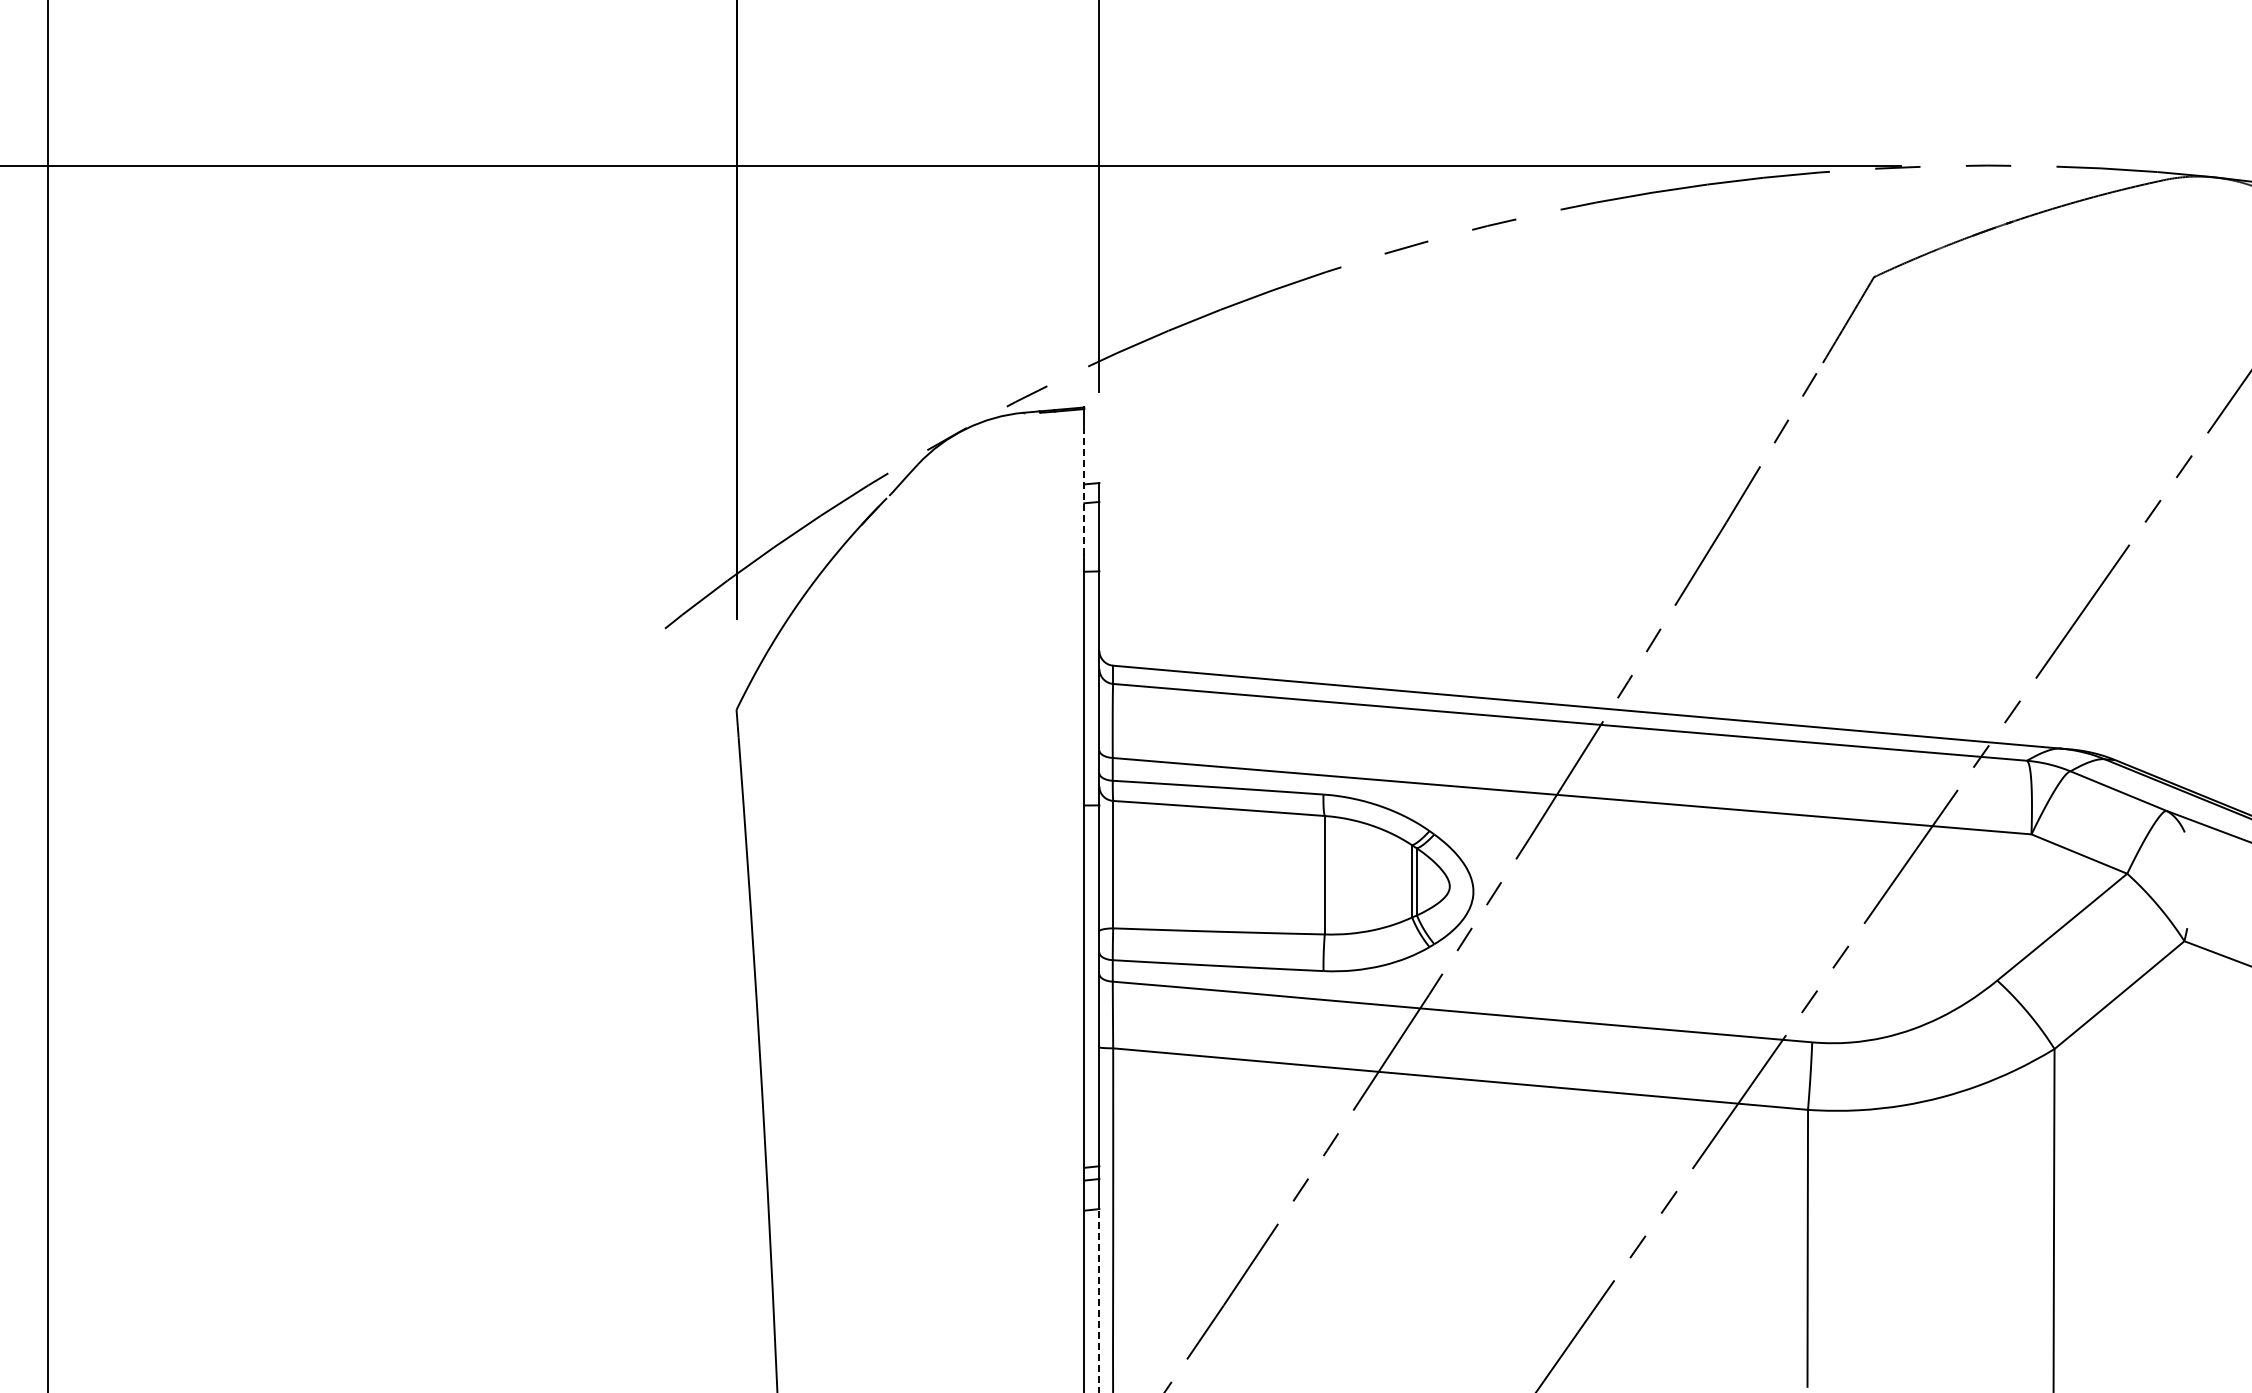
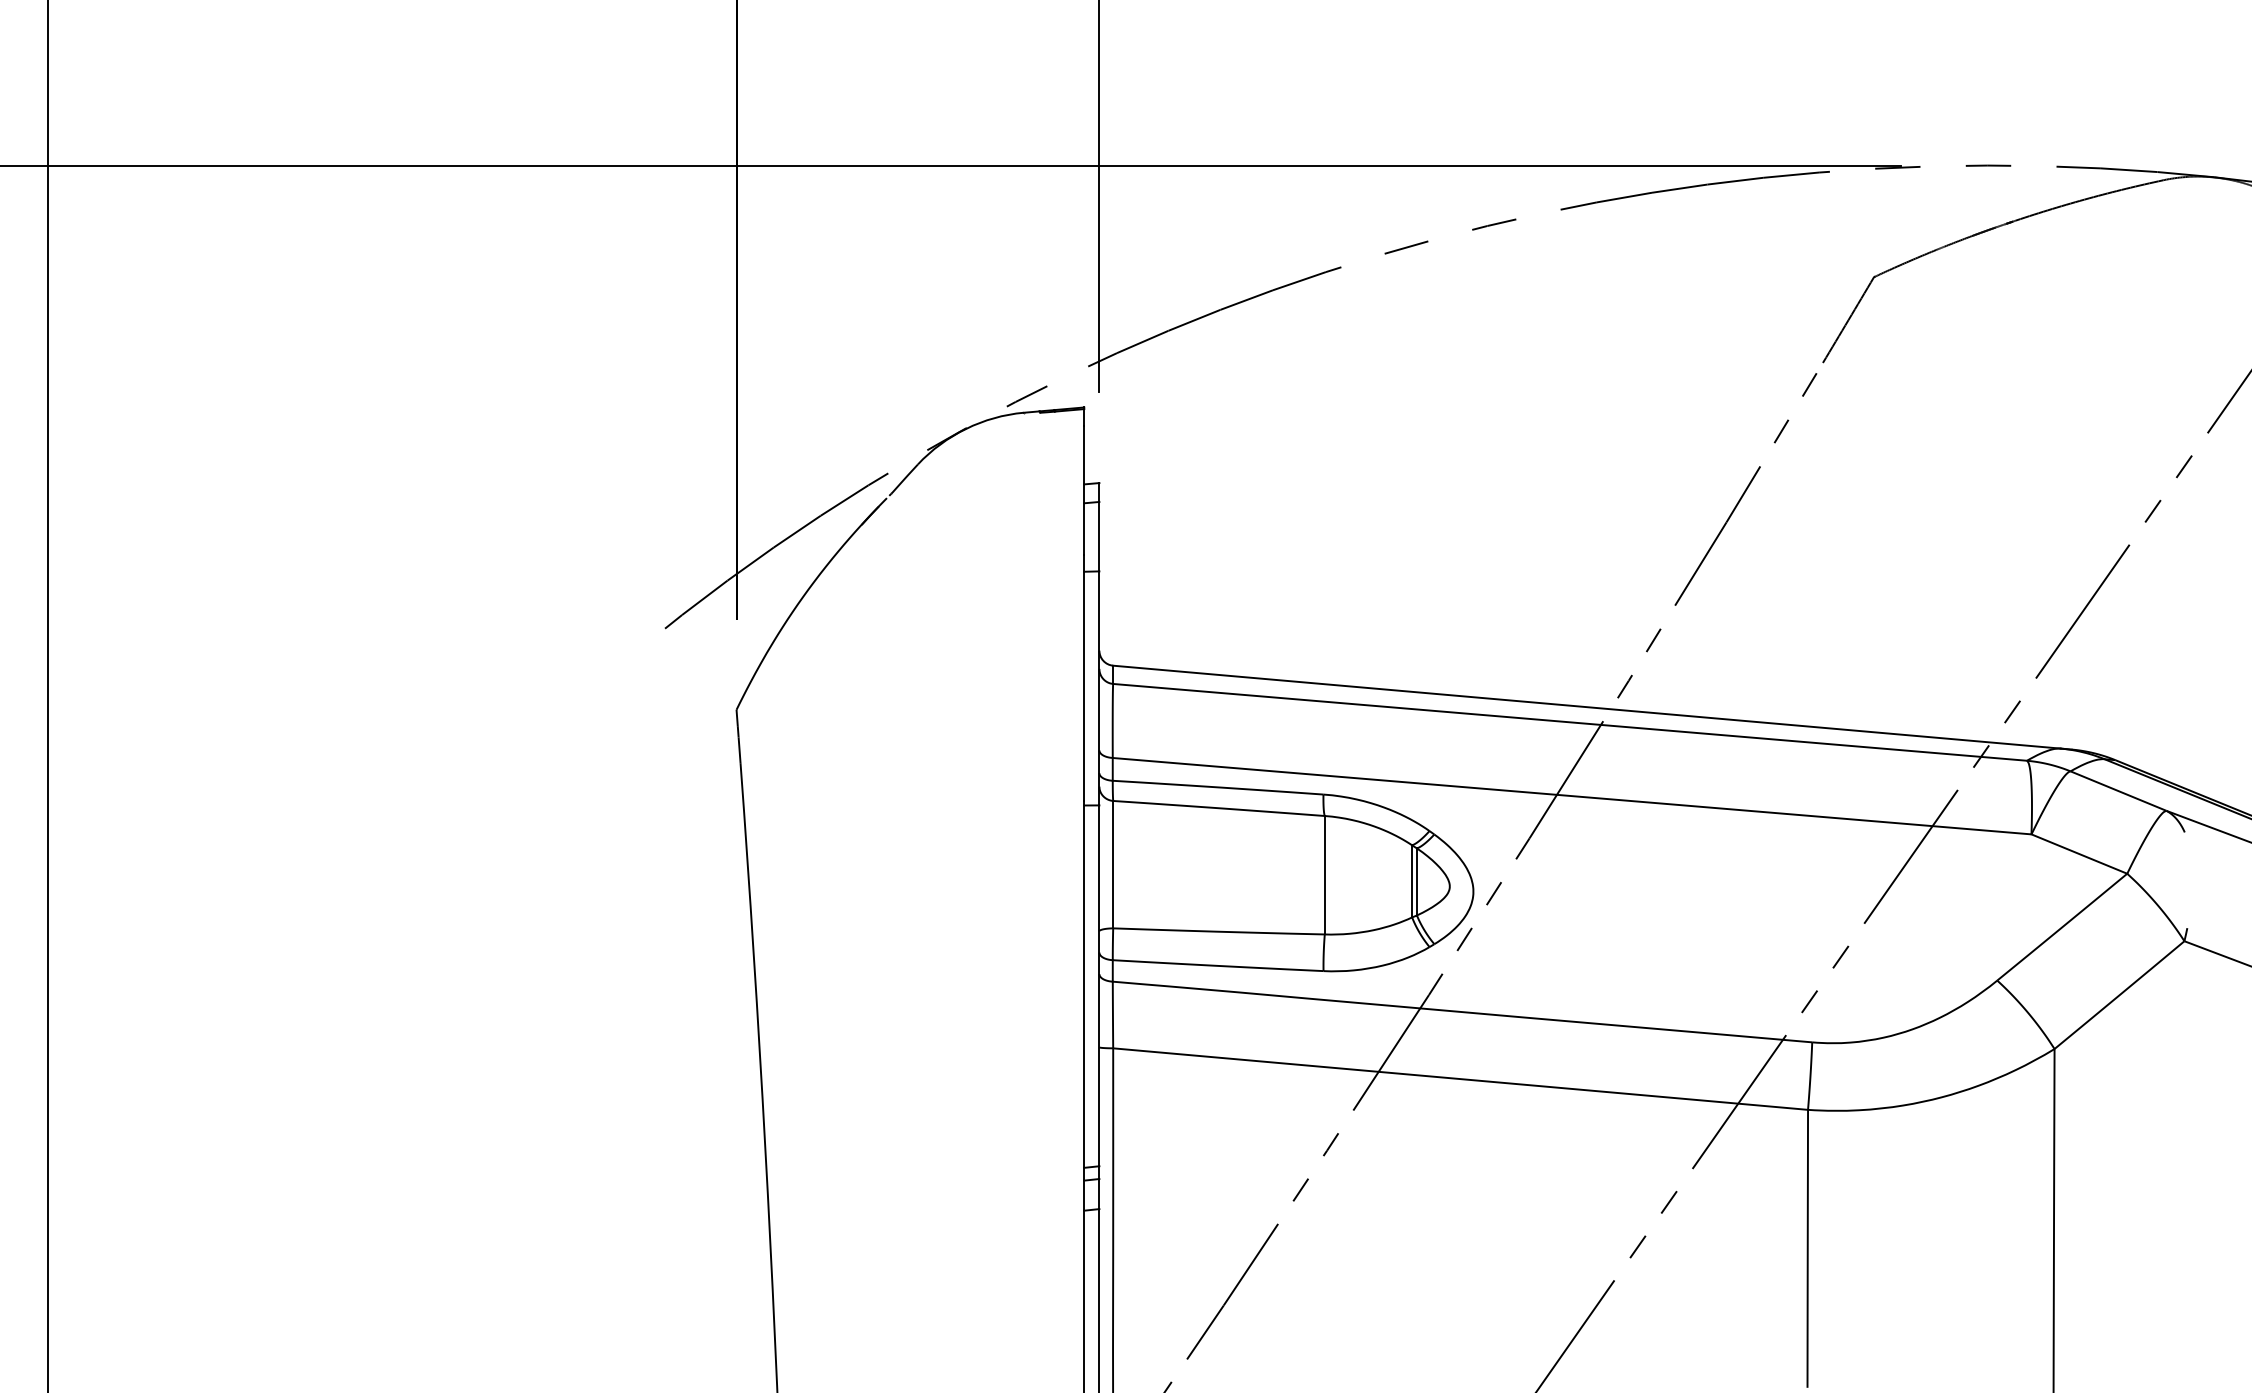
line at (1084, 490): dashed -> solid
line at (1099, 1300): dashed -> solid
